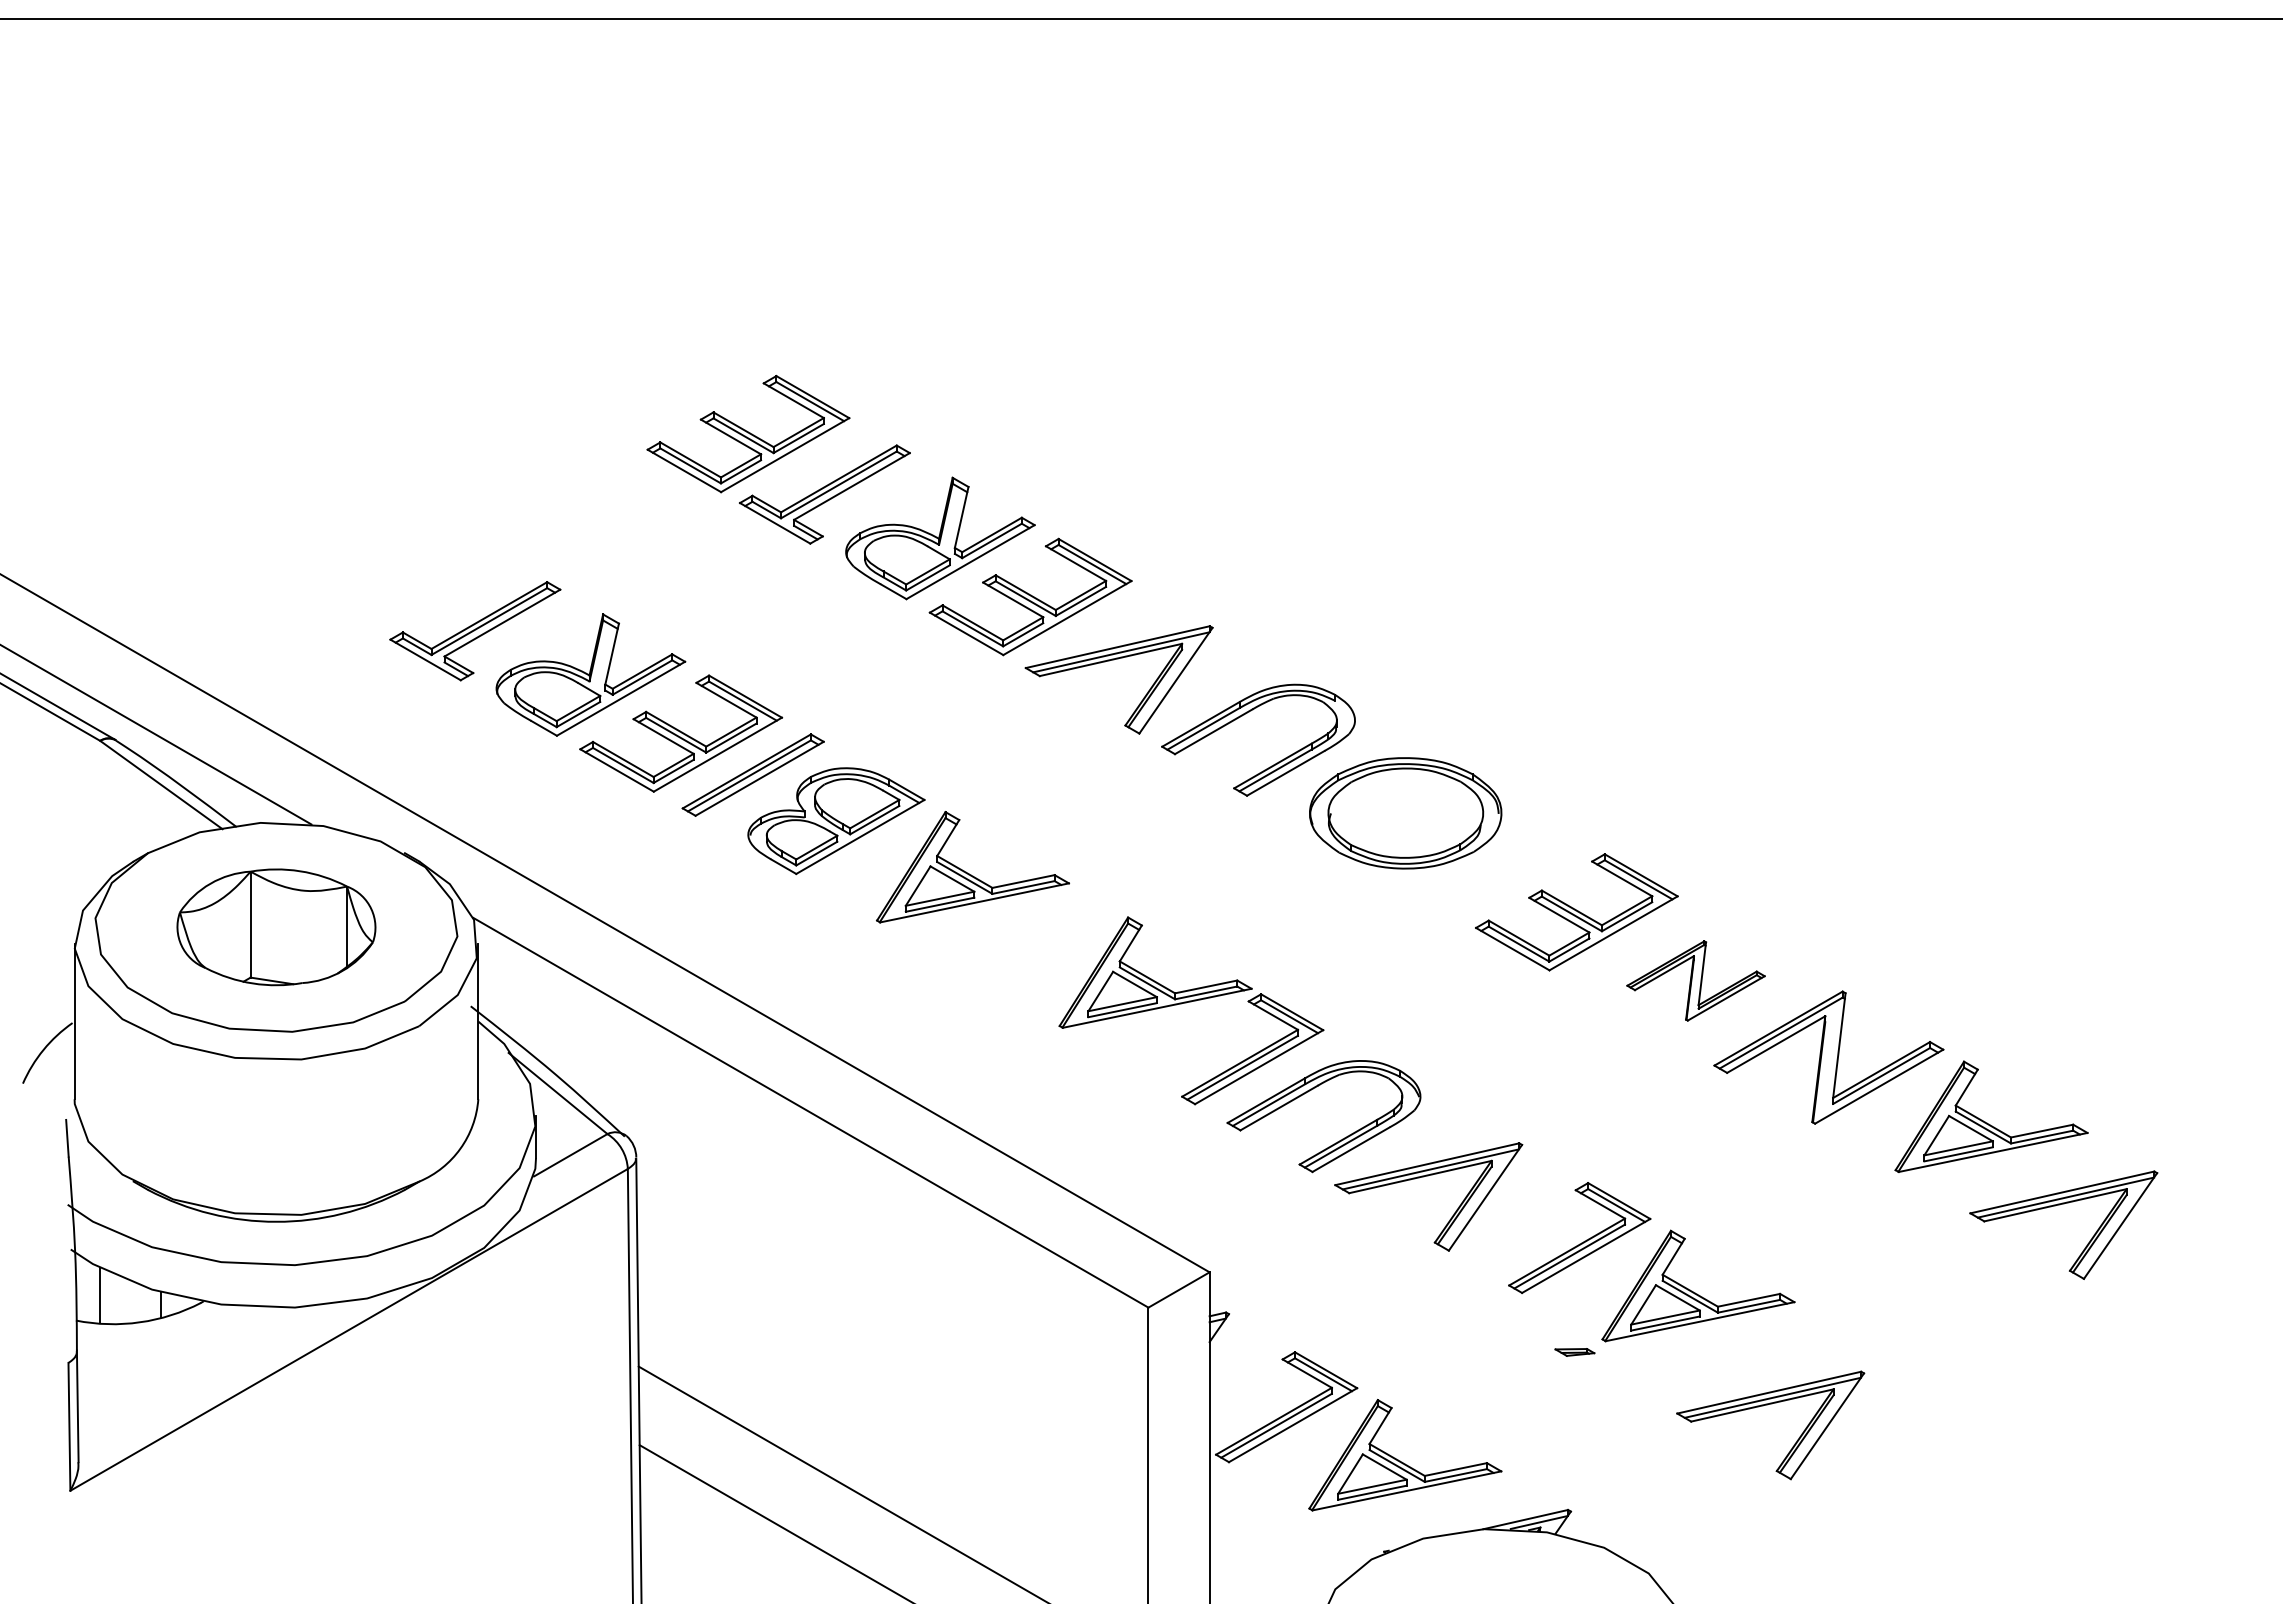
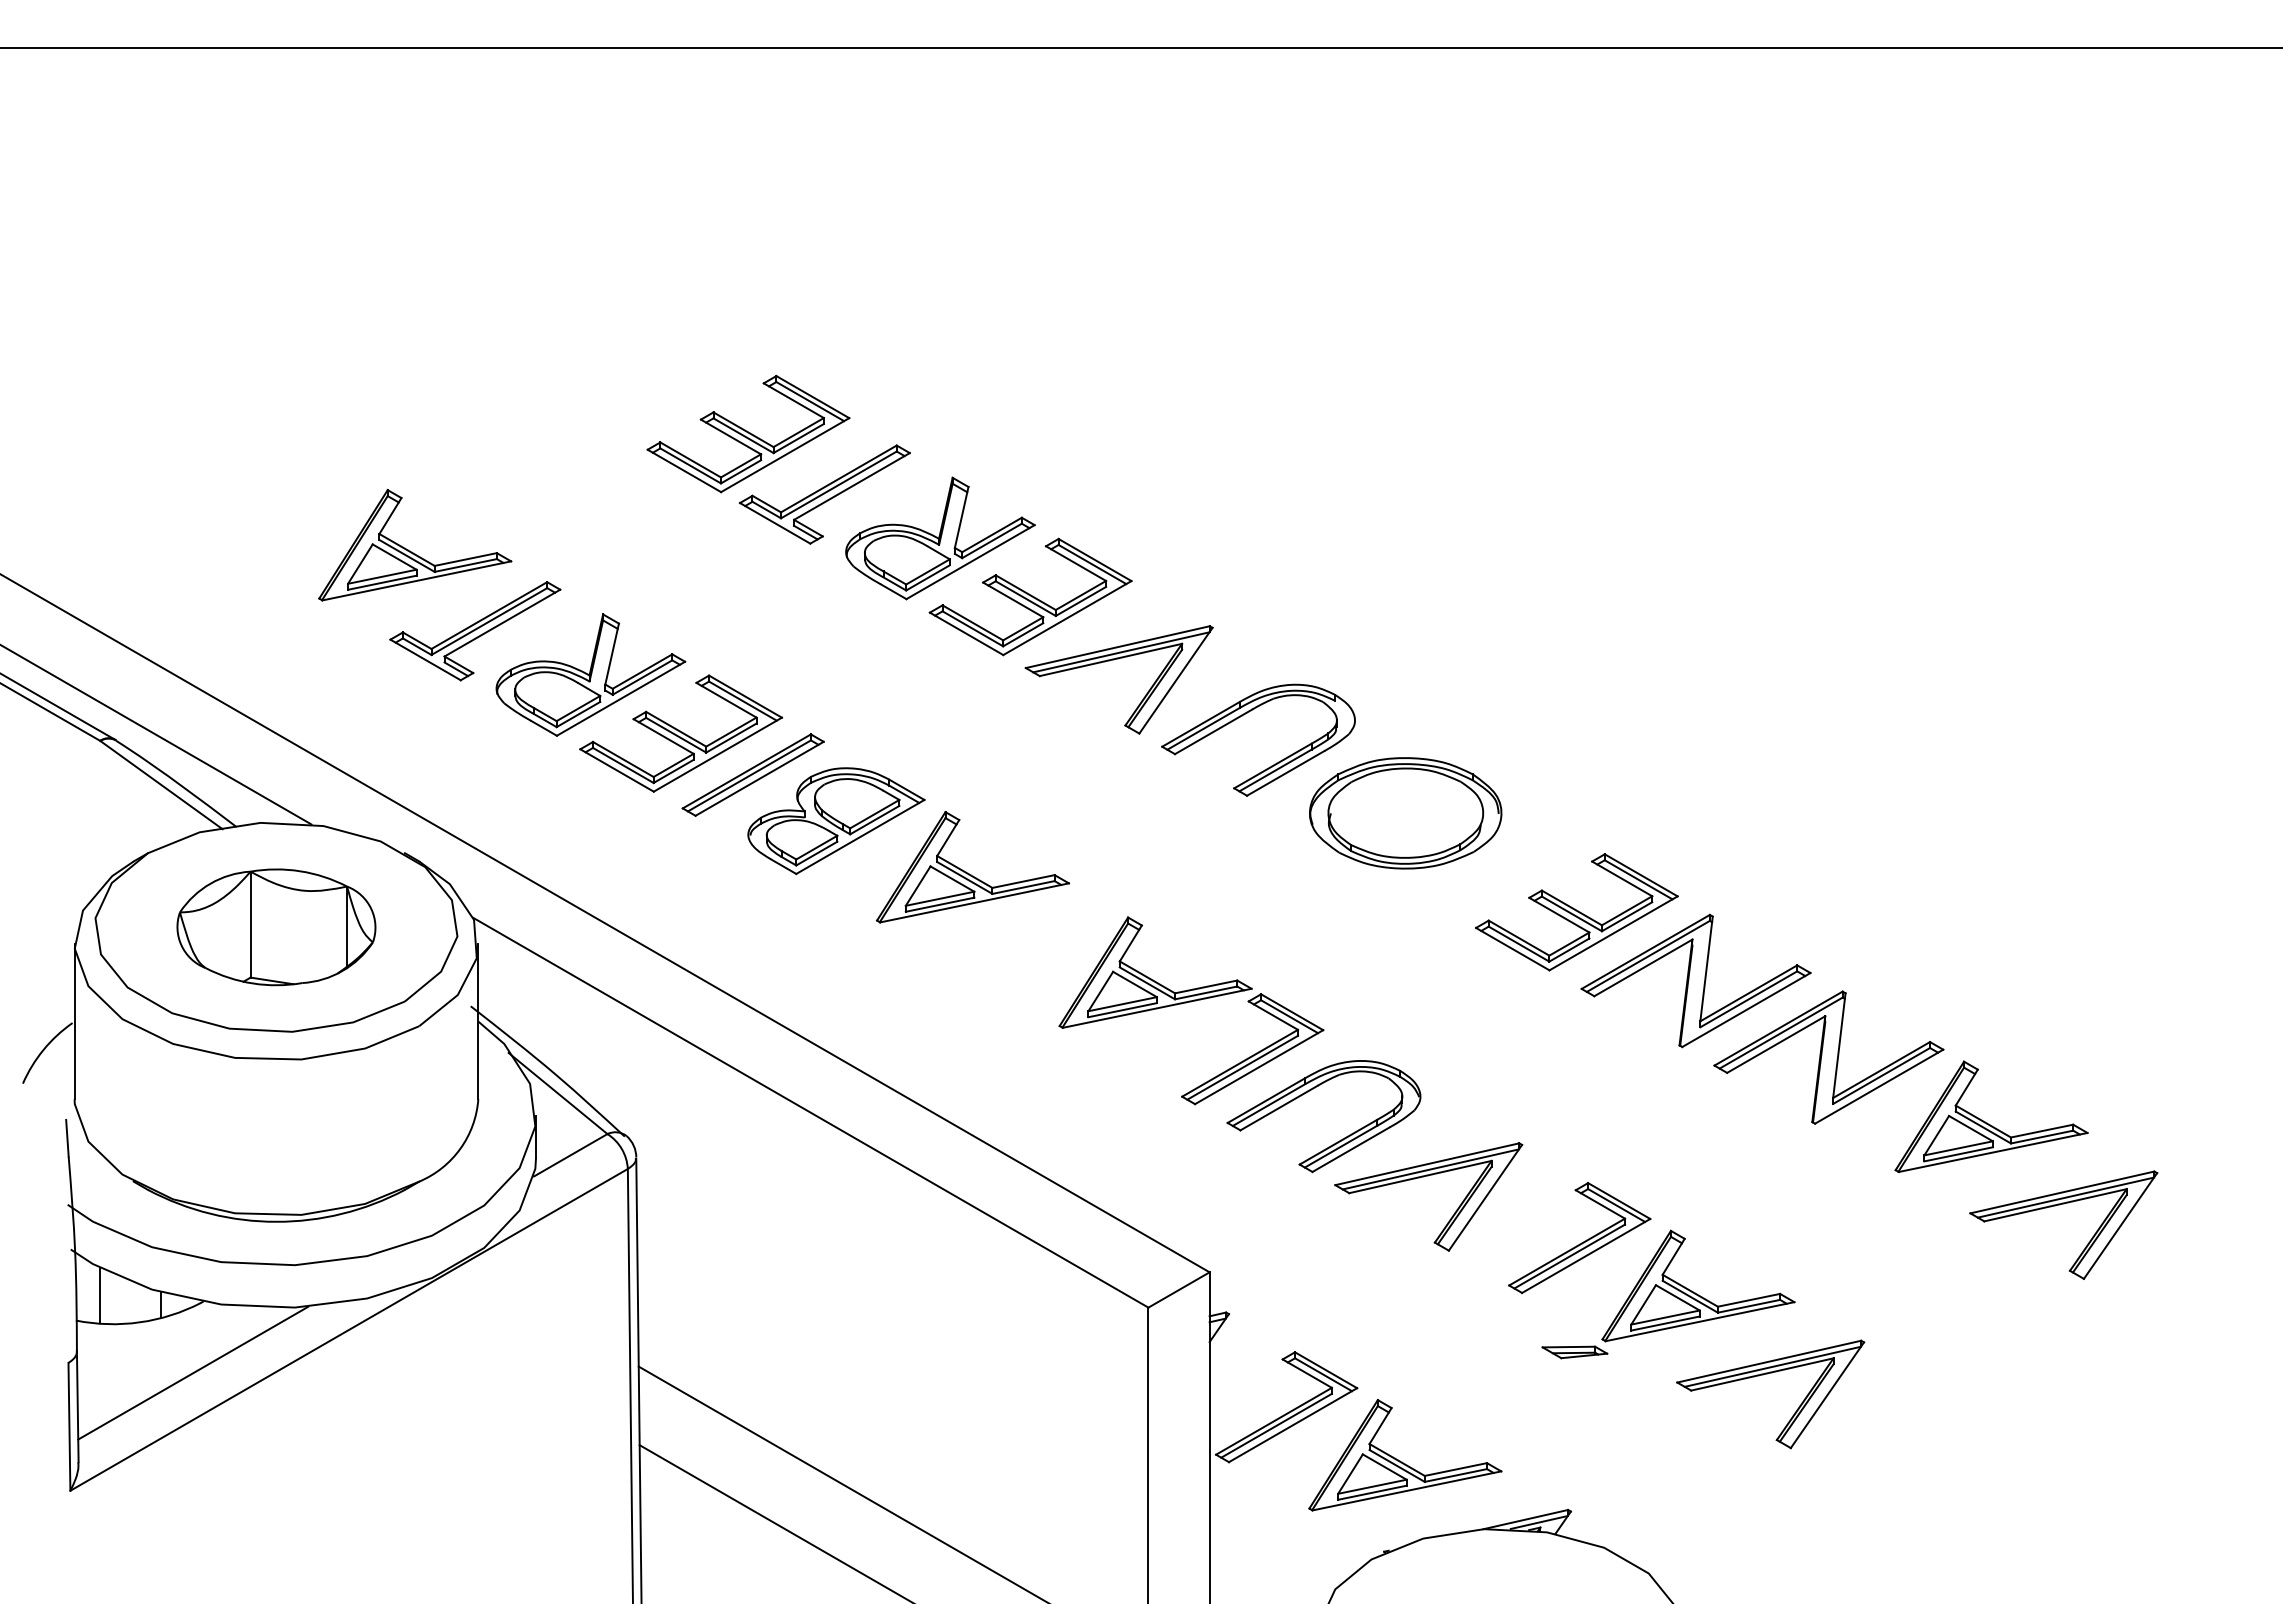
line at (1140, 19) position: (1140, 19) -> (1140, 48)
part at (410, 550): none -> present
part at (1695, 980) size: 140x82 px -> 232x136 px
part at (1574, 1352) size: 42x9 px -> 68x15 px
line at (193, 1372): none -> present
part at (1767, 1405) position: (1767, 1405) -> (1767, 1374)
